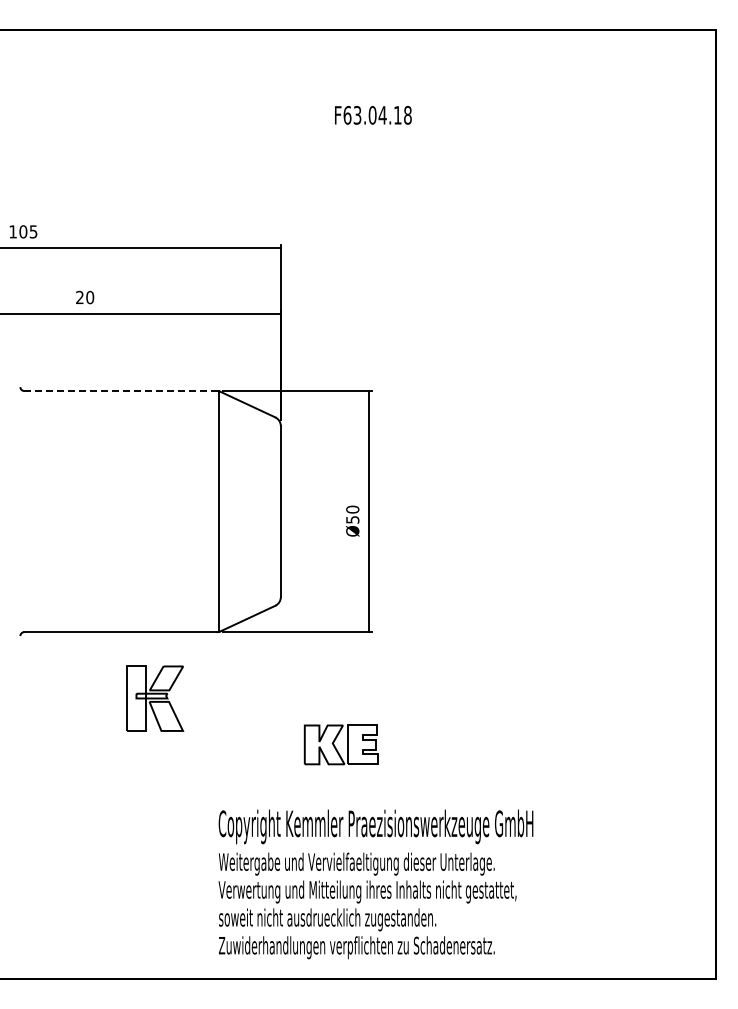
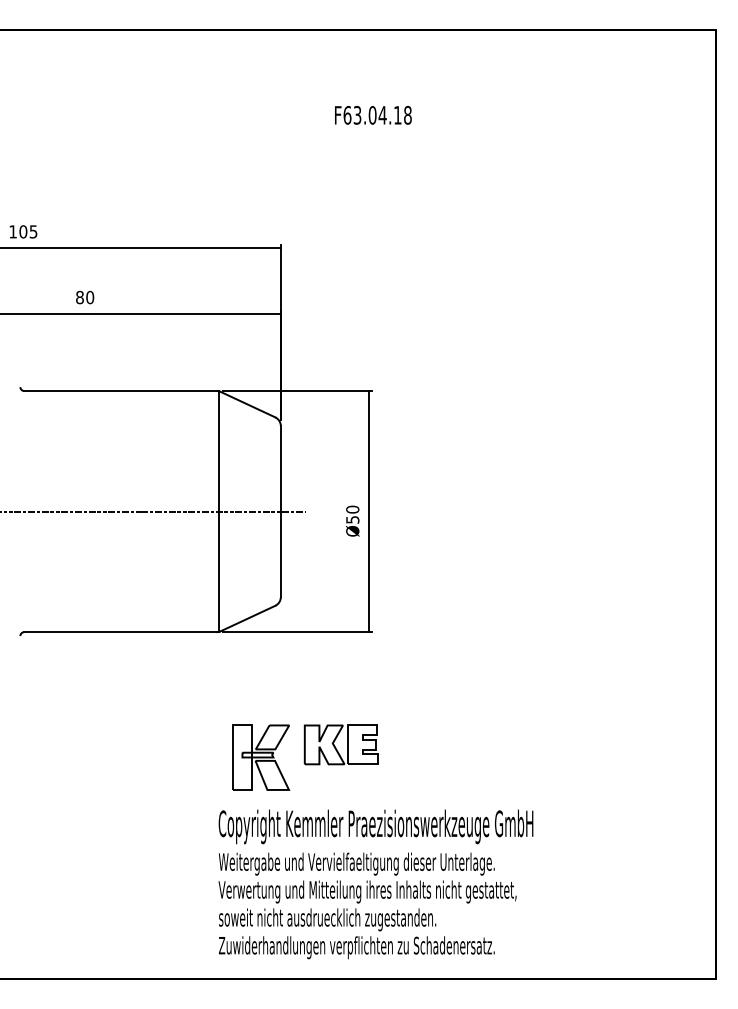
text at (79, 297): 20 -> 80
line at (120, 391): dashed -> solid
line at (154, 511): none -> present
part at (155, 698) position: (155, 698) -> (261, 757)
